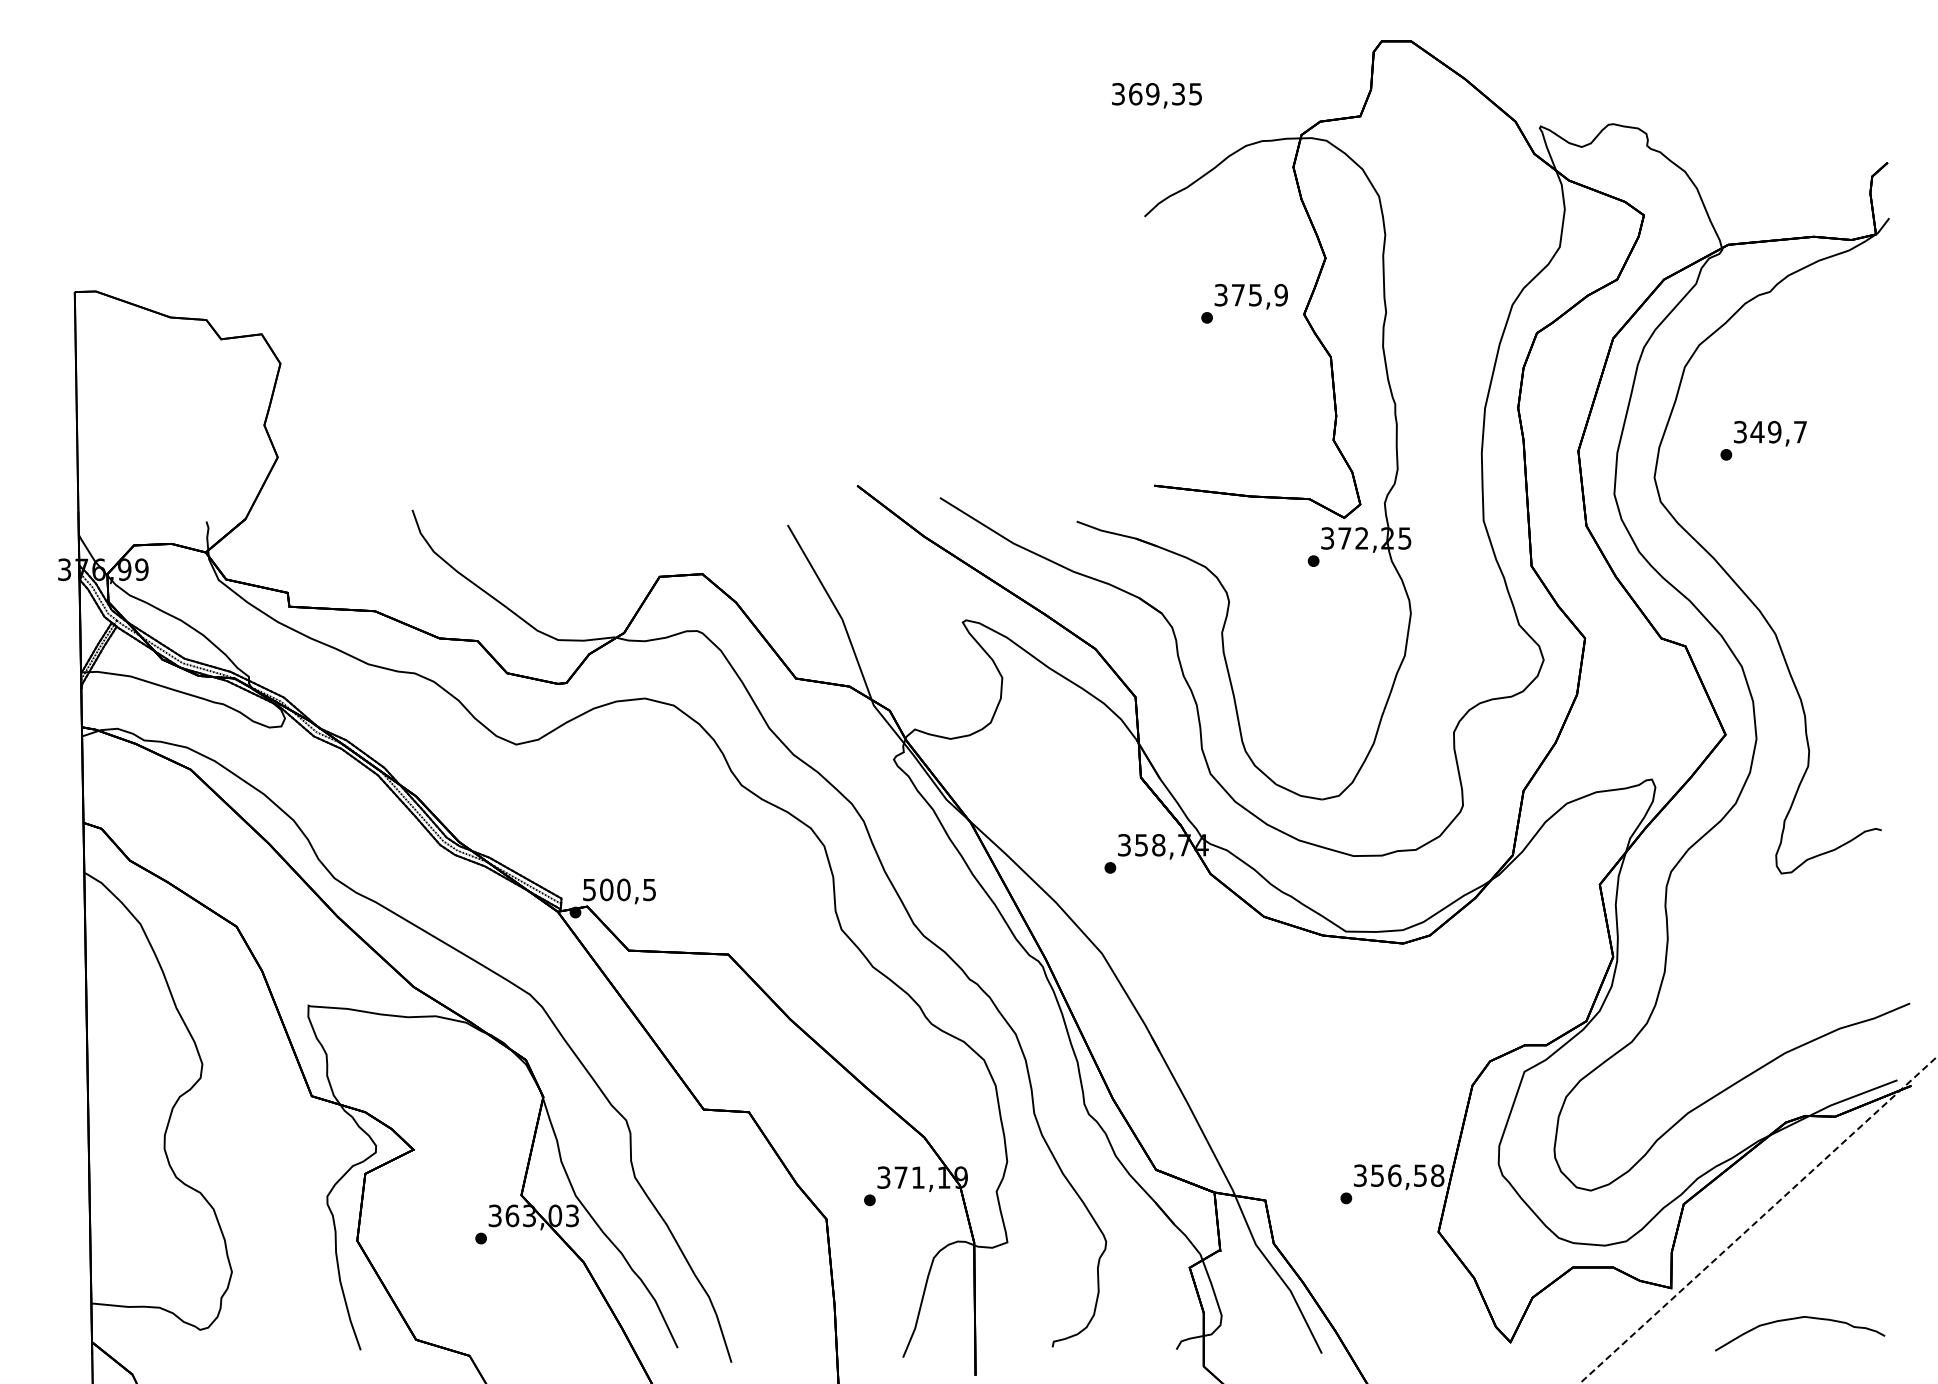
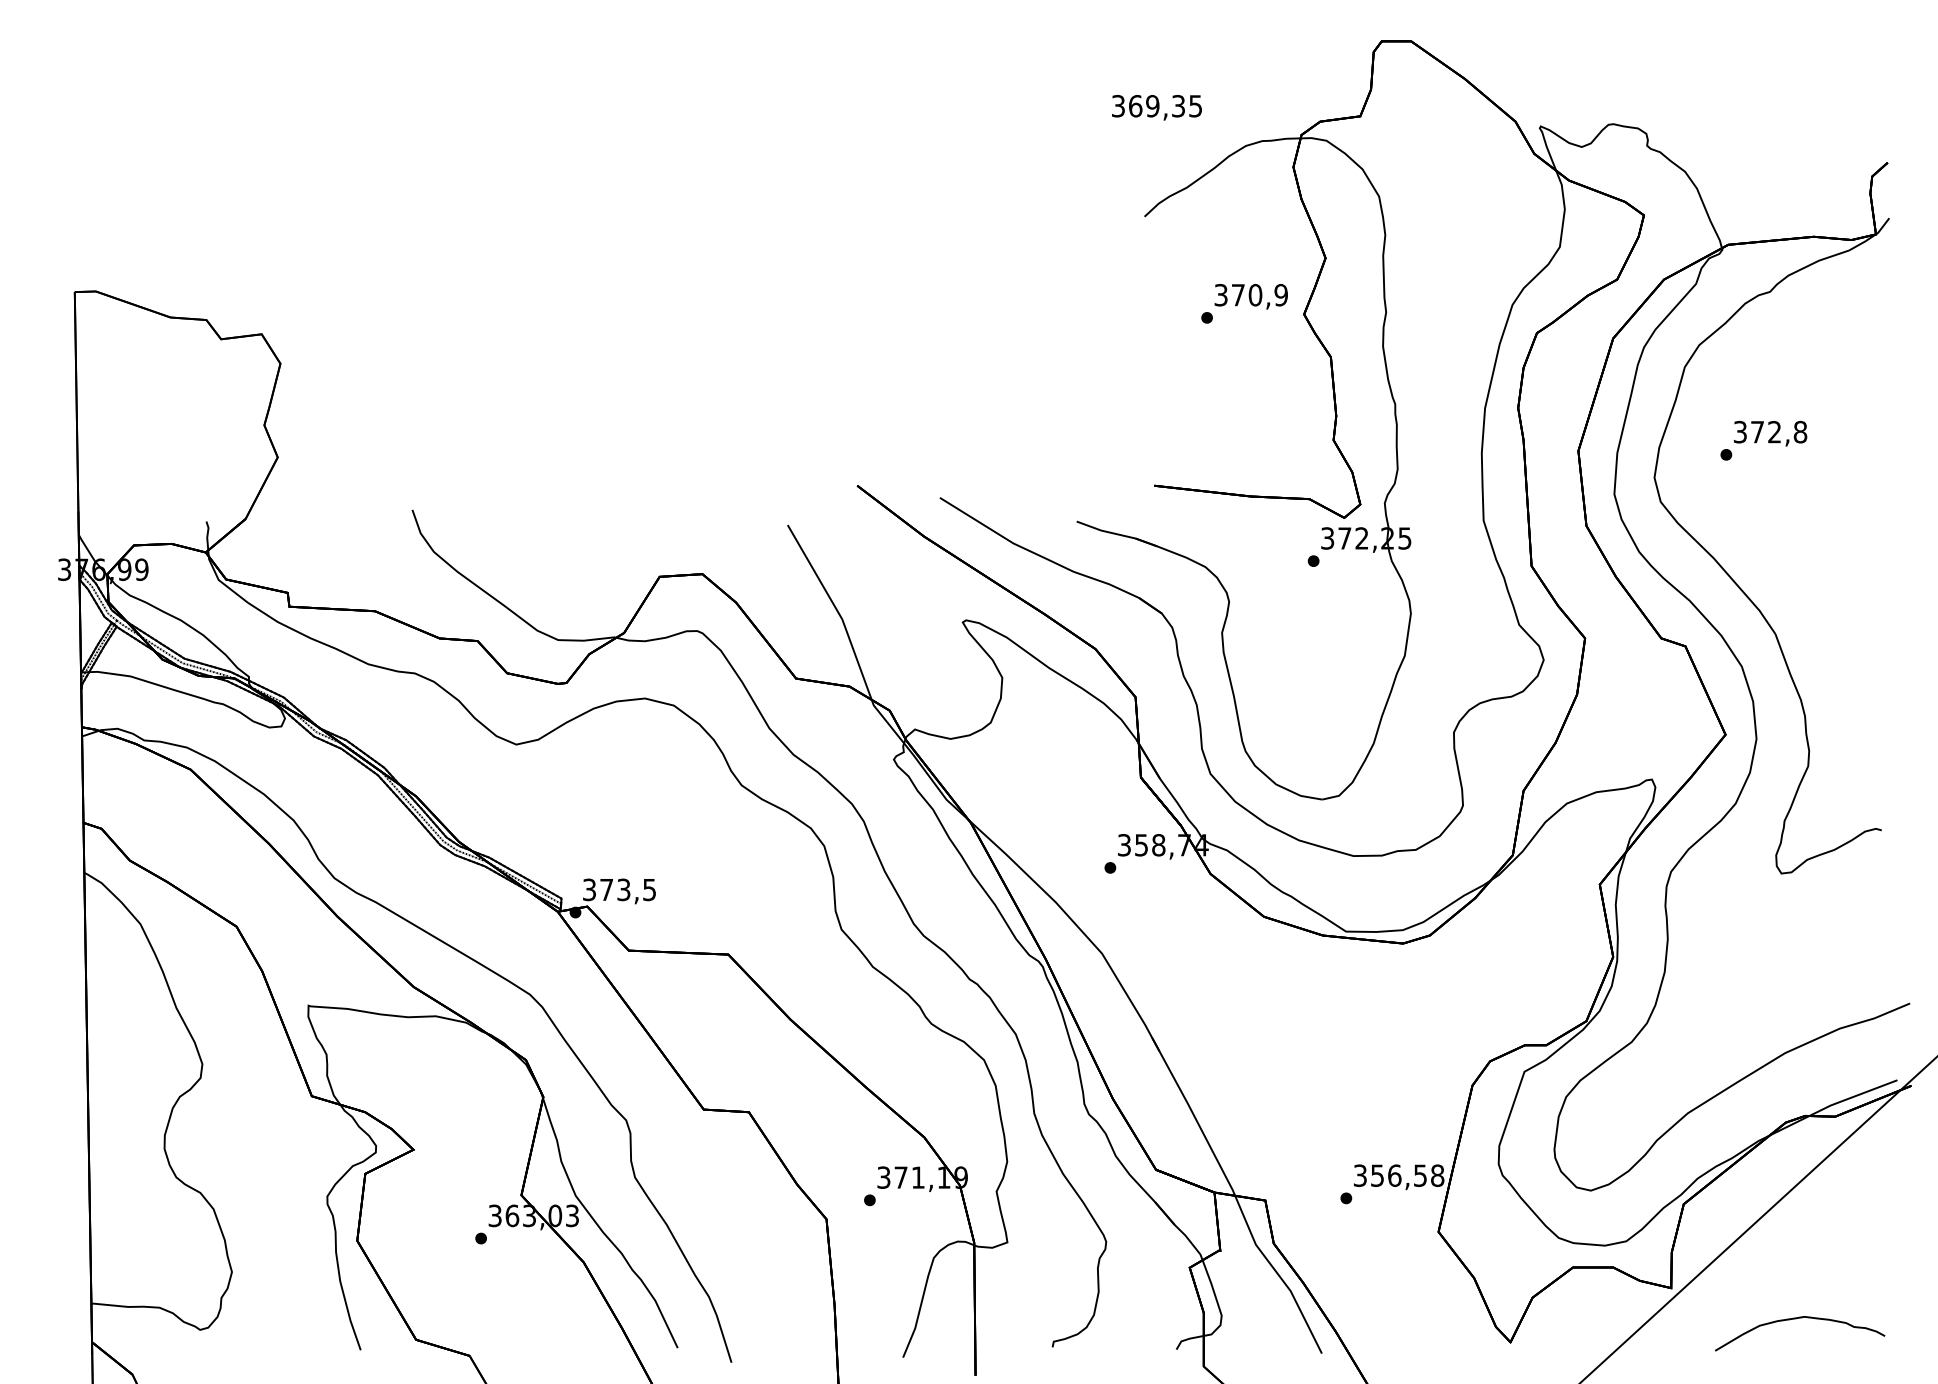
text at (1156, 95) position: (1156, 95) -> (1156, 107)
text at (1255, 295): 375,9 -> 370,9
text at (1778, 431): 349,7 -> 372,8
text at (606, 889): 500,5 -> 373,5
line at (1758, 1220): dashed -> solid
